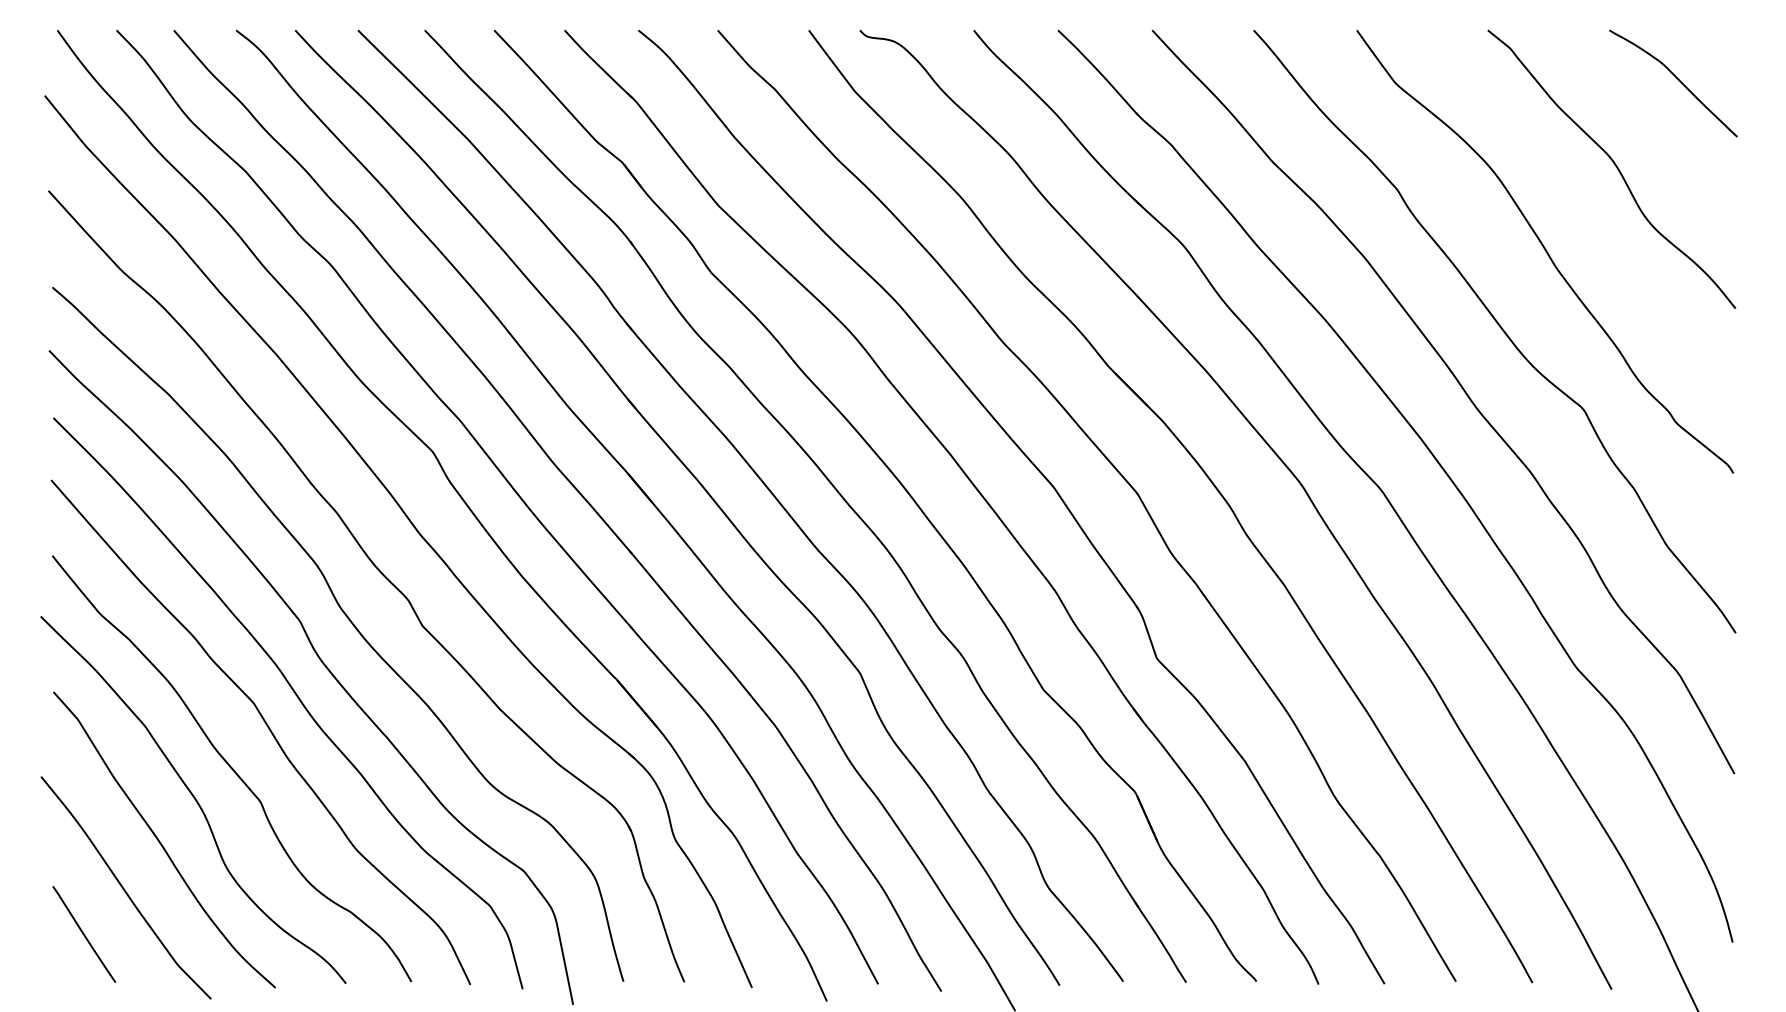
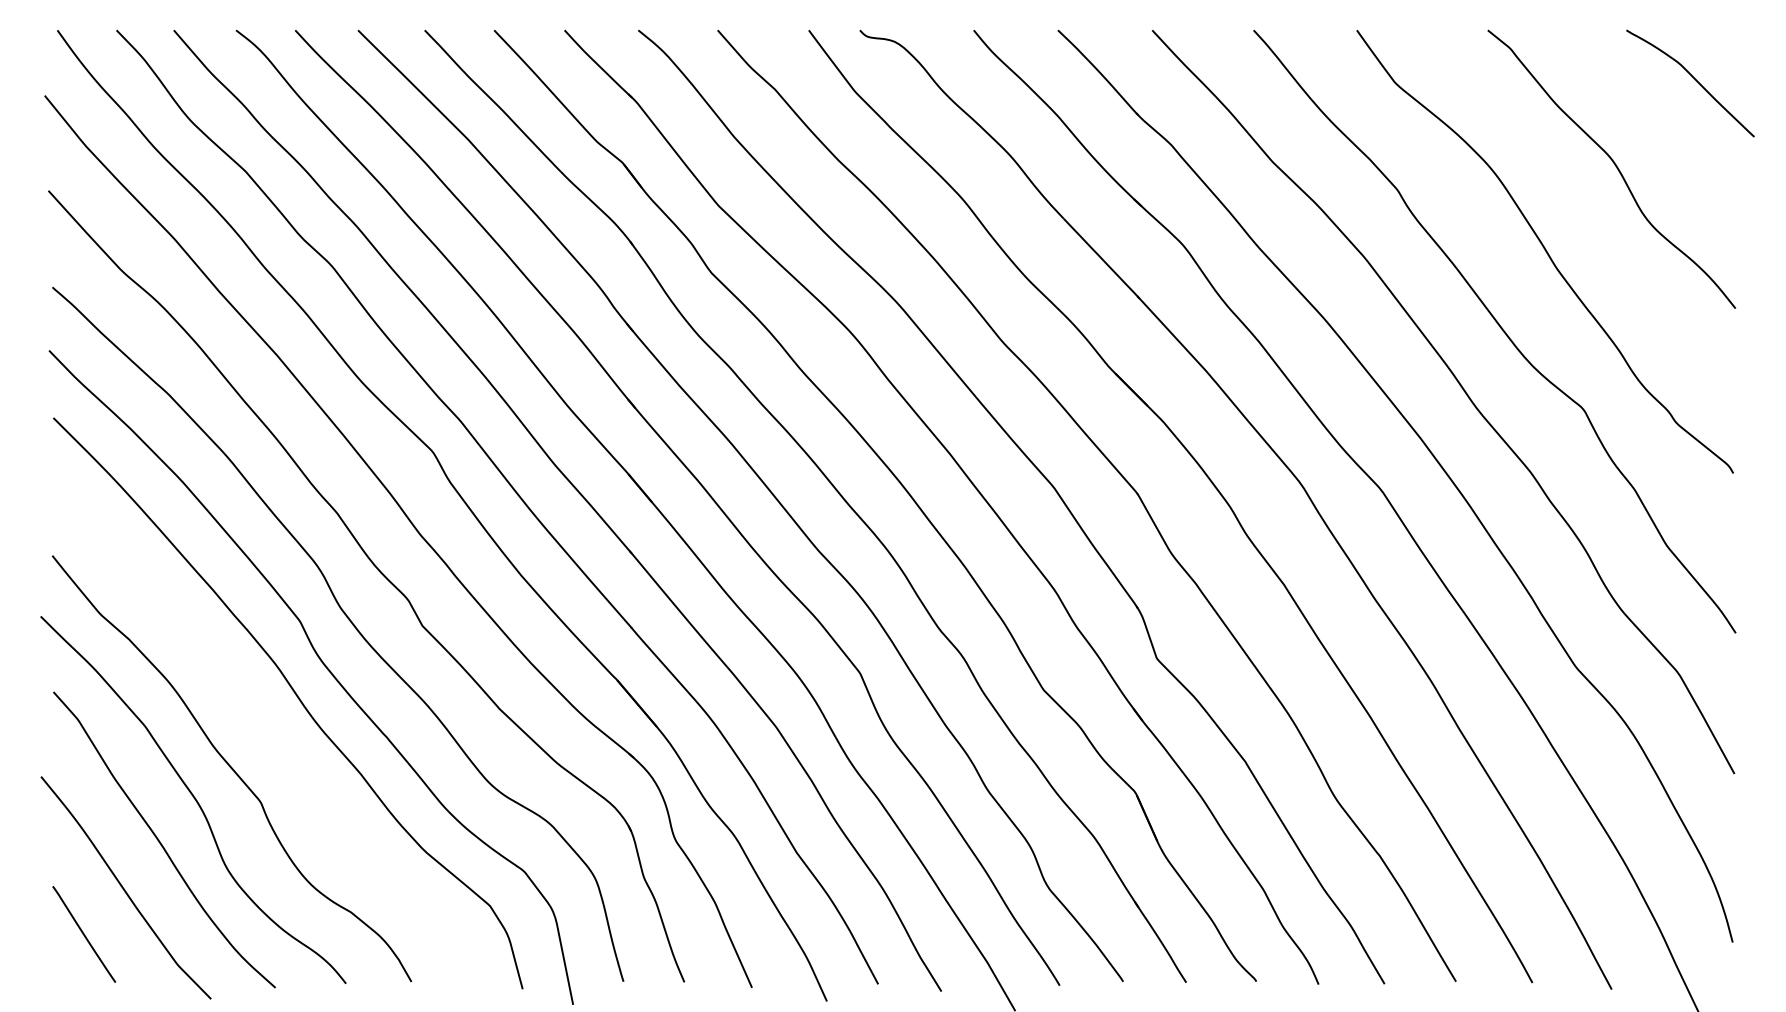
curve at (1677, 79) position: (1677, 79) -> (1694, 79)
curve at (266, 726): present -> none
